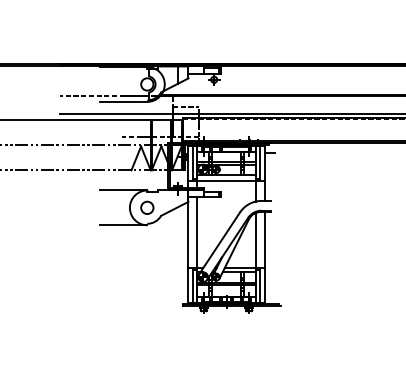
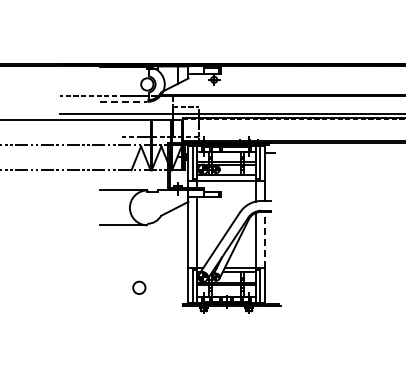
line at (123, 101): solid -> dashed
circle at (147, 207) position: (147, 207) -> (139, 287)
line at (264, 239): solid -> dashed
